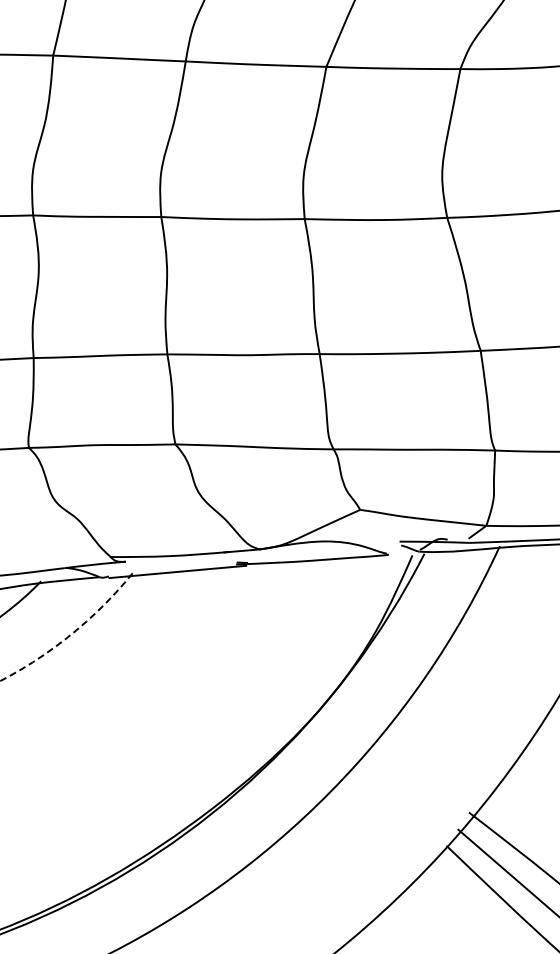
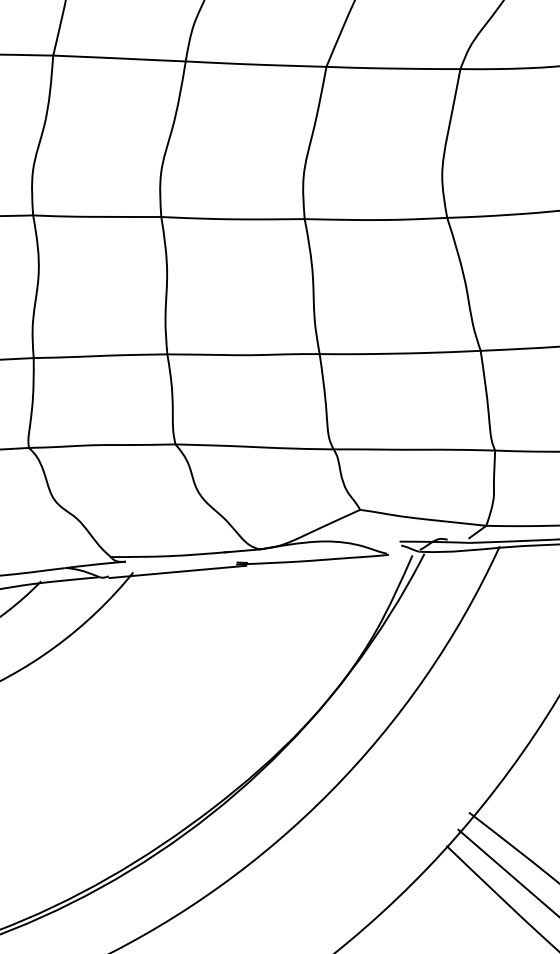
arc at (72, 633): dashed -> solid
